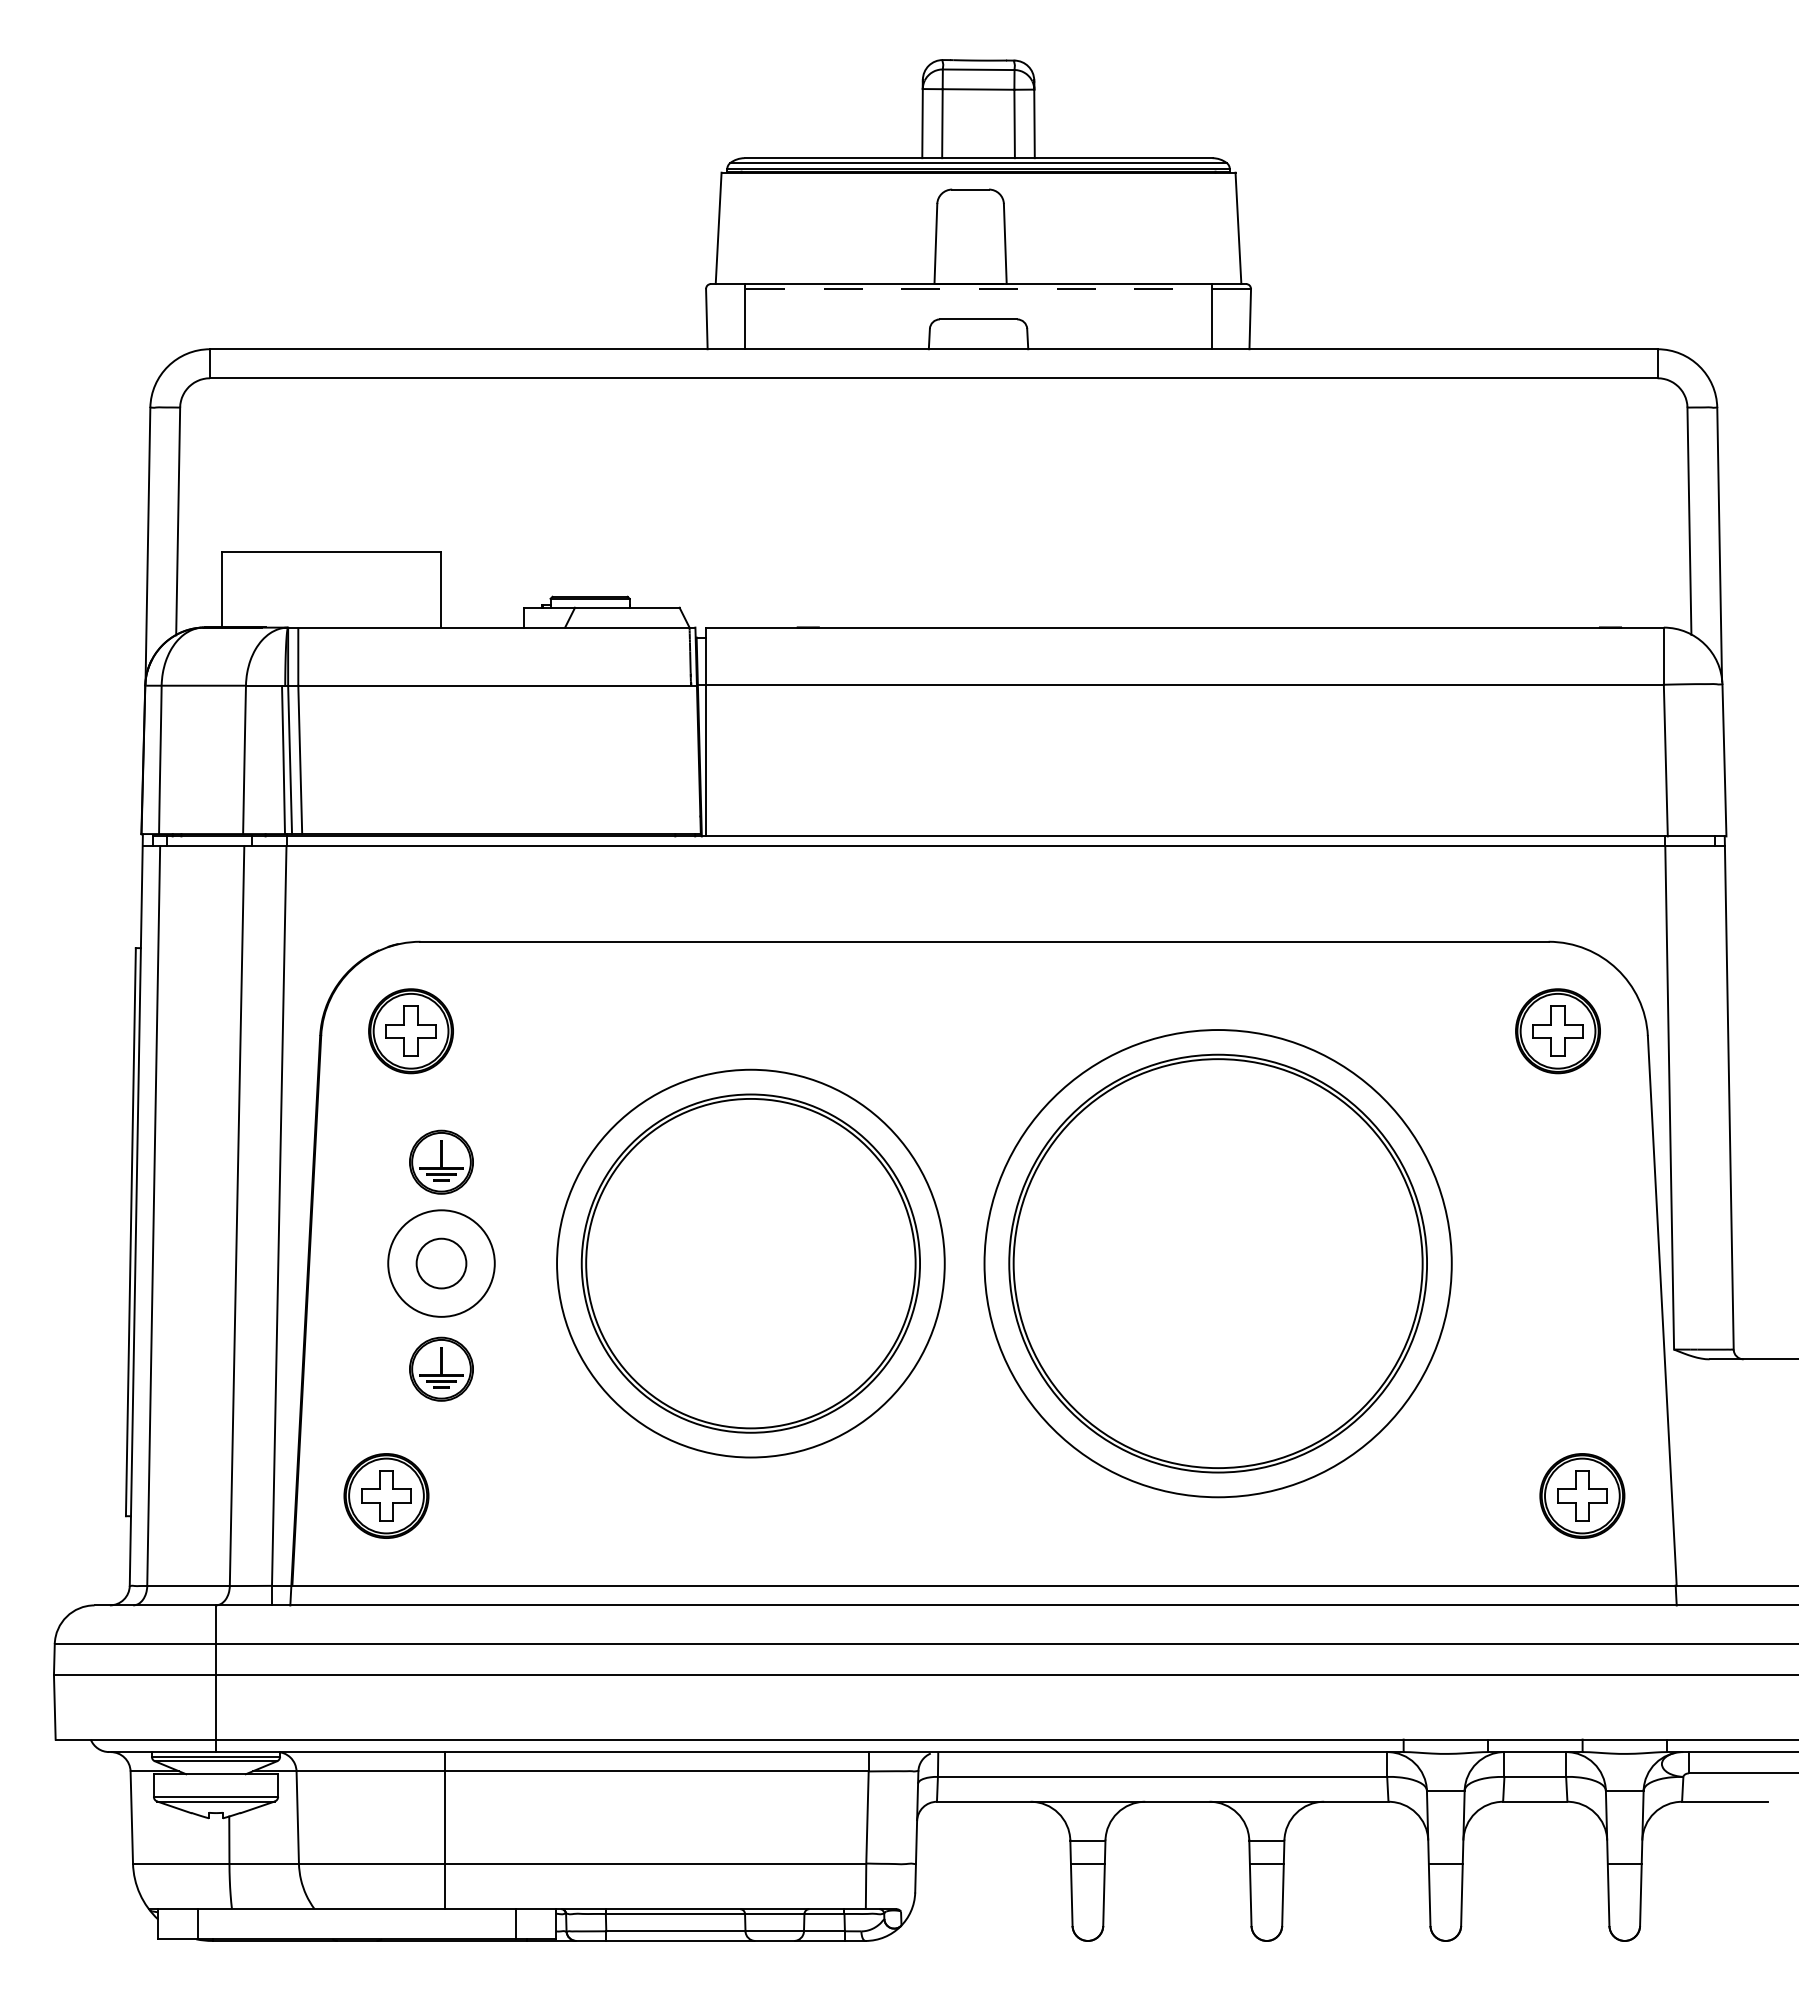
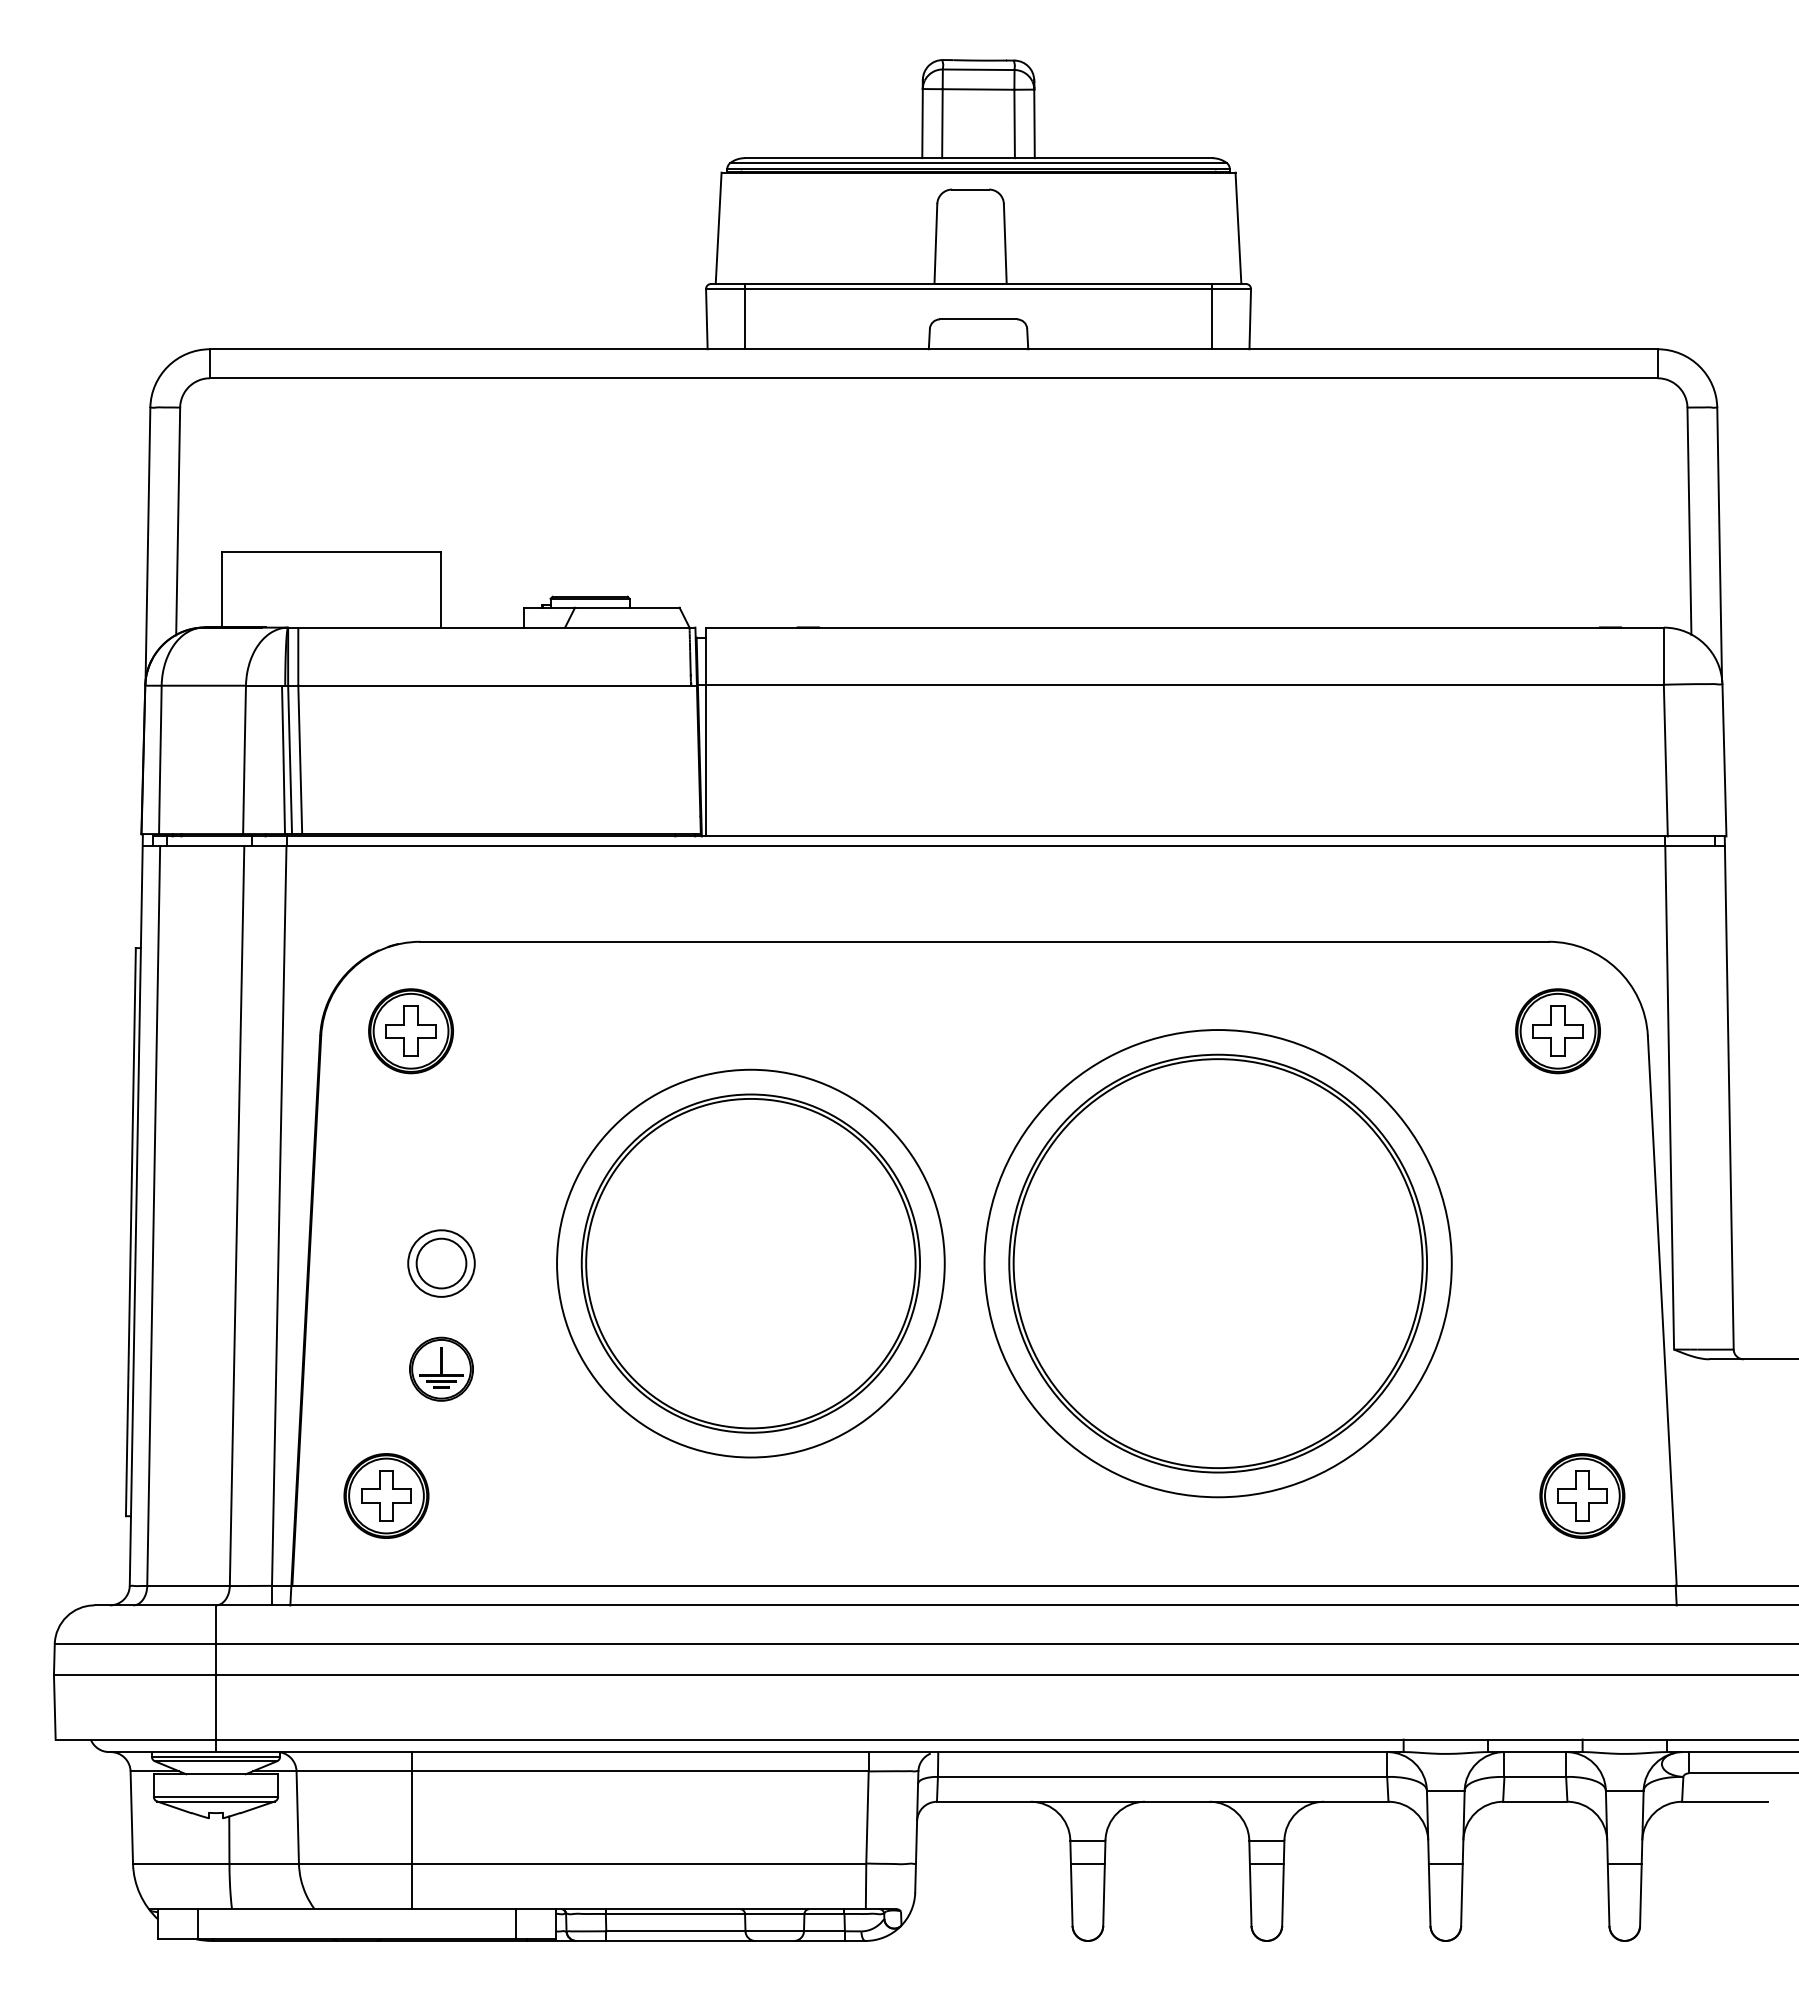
line at (978, 289): dashed -> solid
part at (441, 1161): present -> none
circle at (441, 1263) diameter: 107 px -> 67 px
line at (445, 1830) position: (445, 1830) -> (412, 1830)
